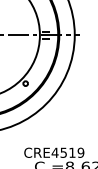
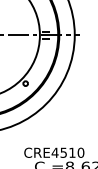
text at (80, 152): CRE4519 -> CRE4510
